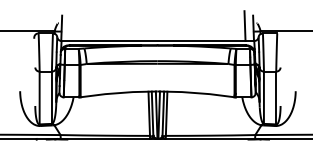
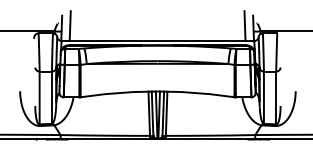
line at (69, 26): none -> present
